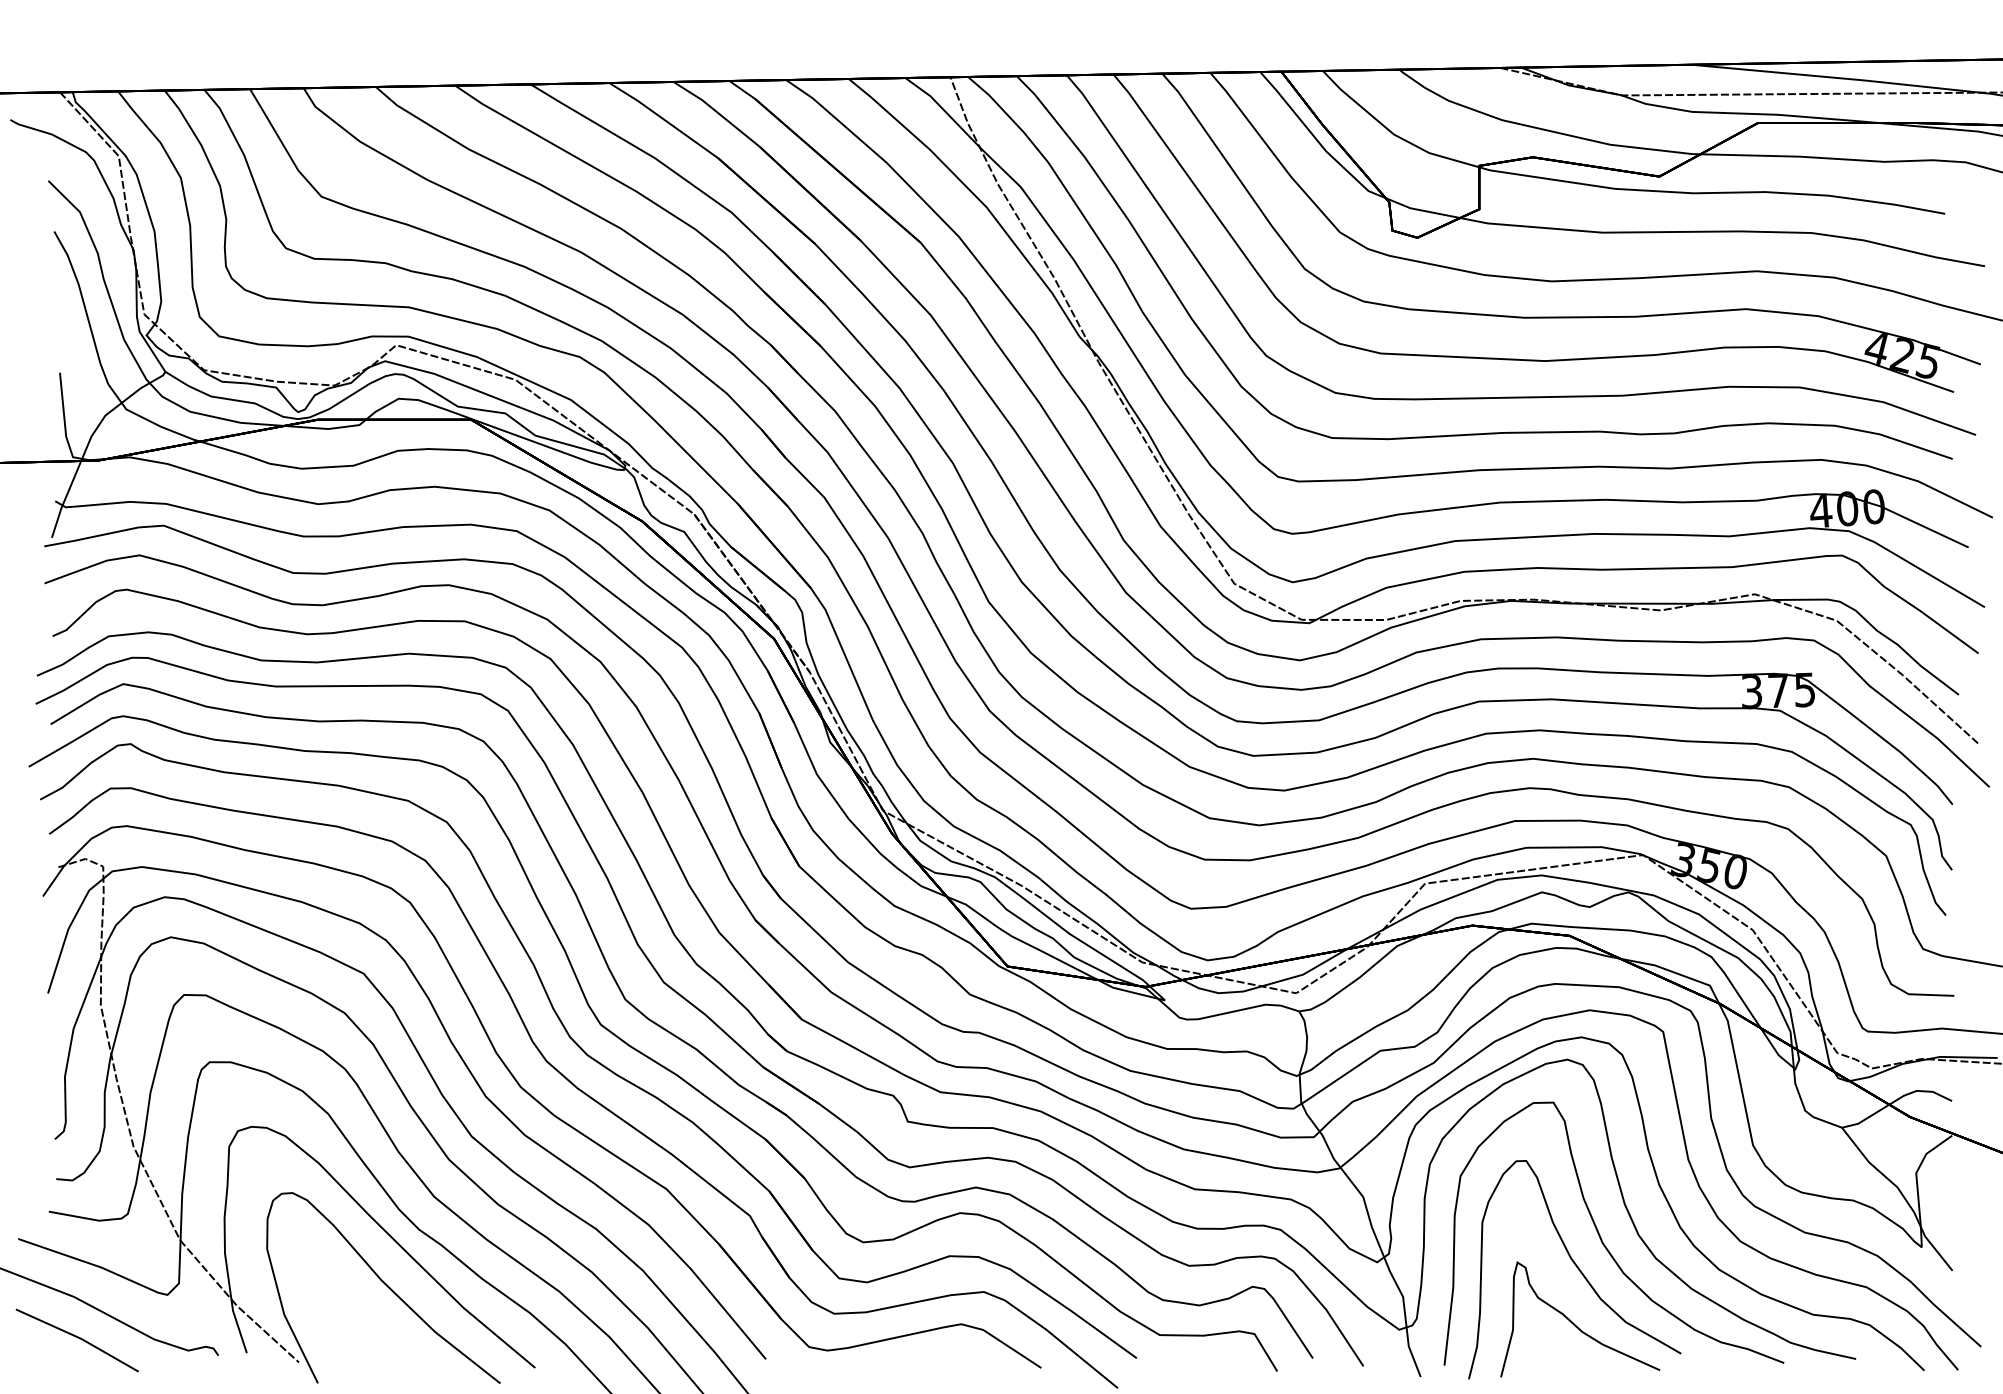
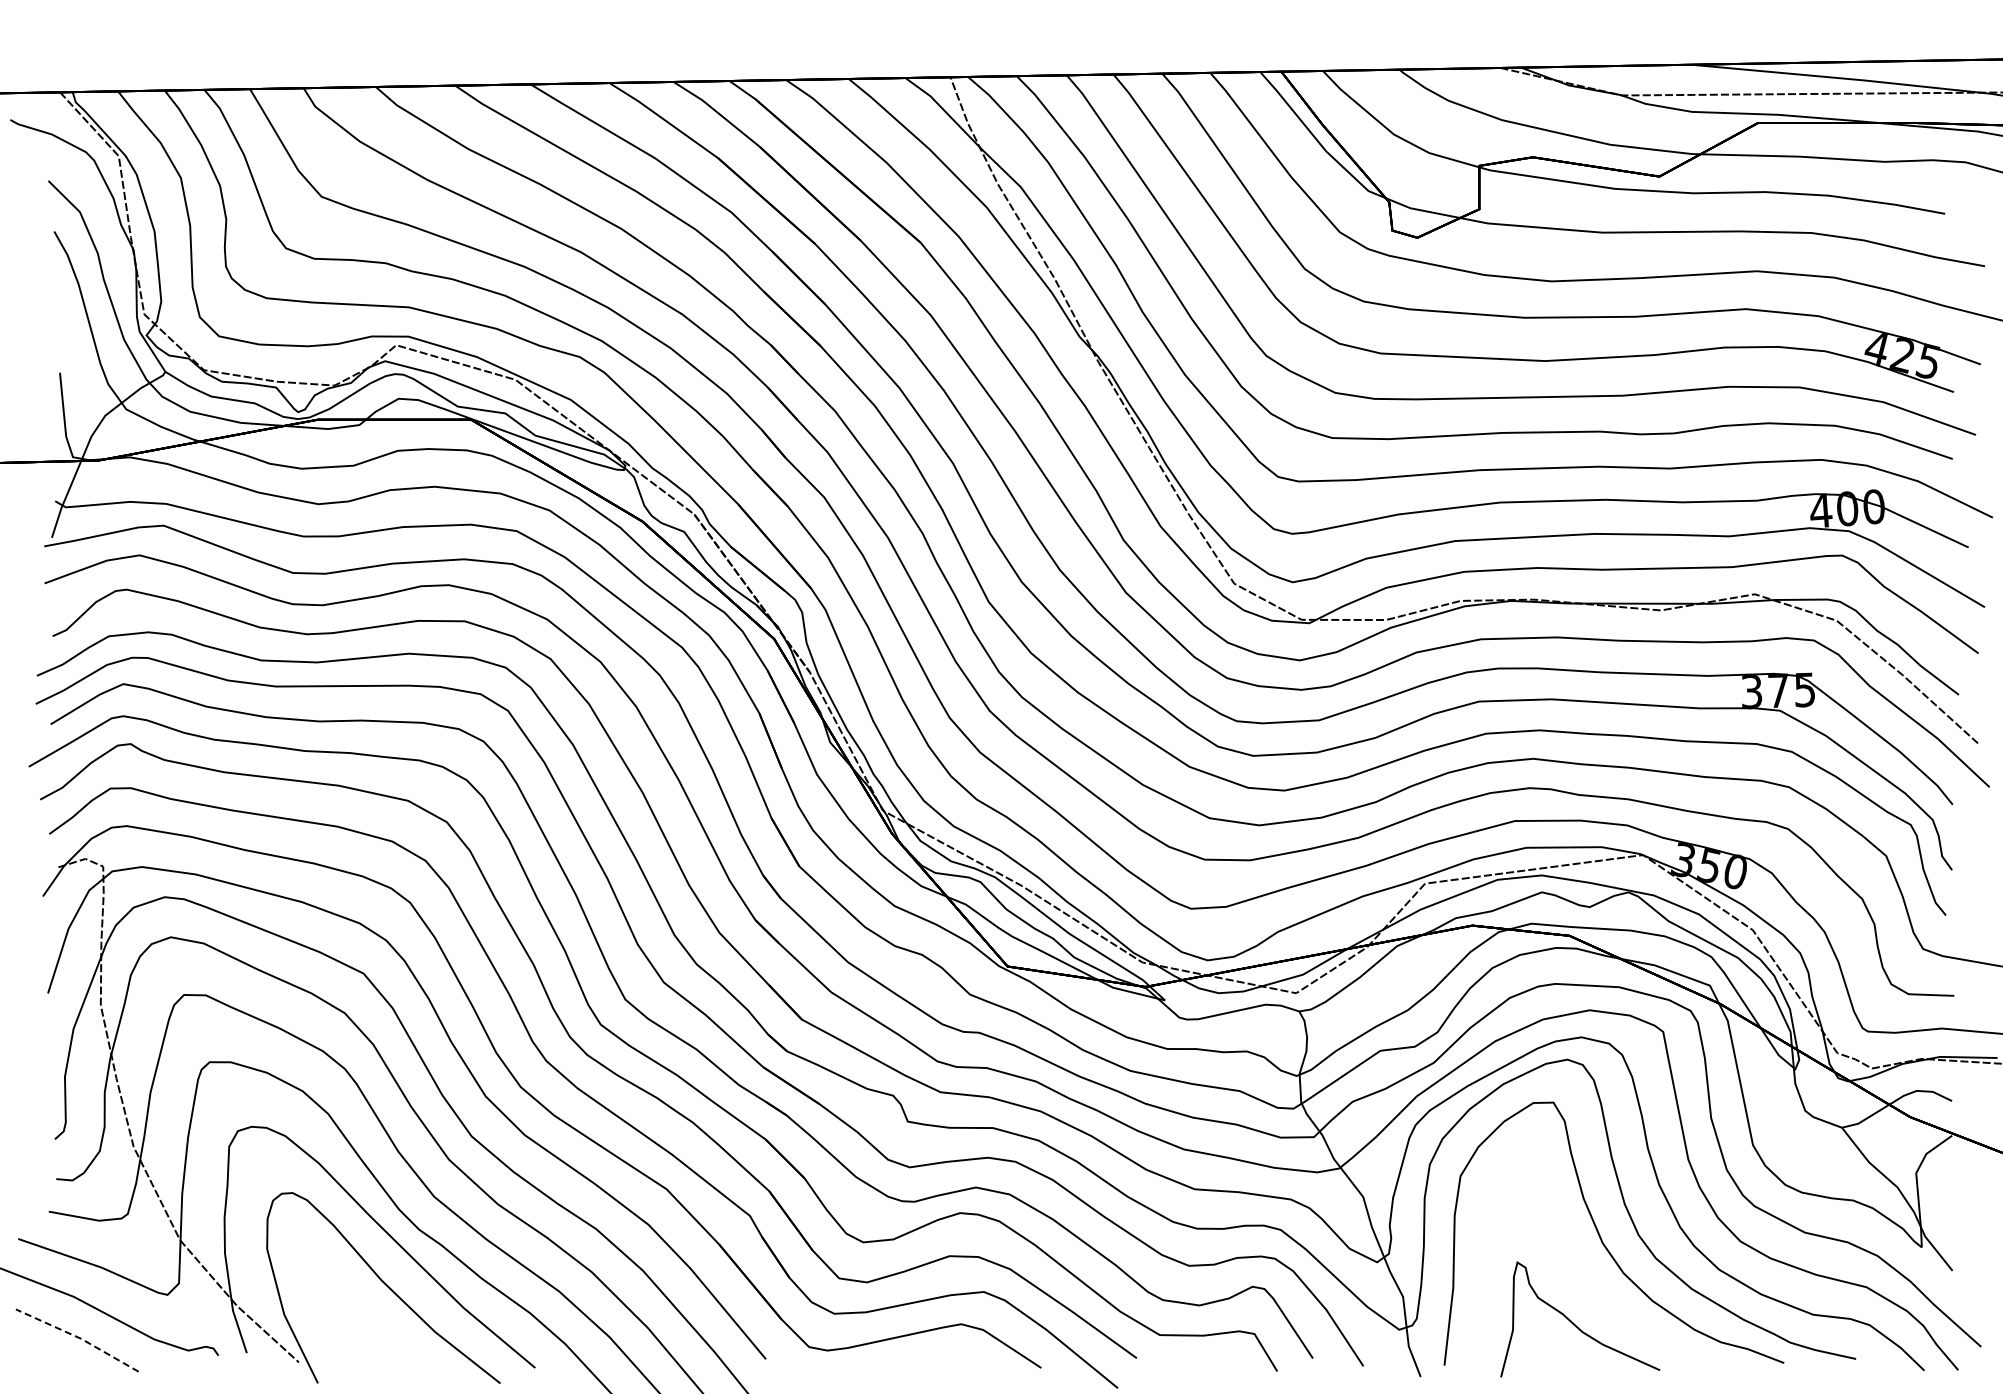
curve at (1576, 1267): present -> none
line at (79, 1338): solid -> dashed
